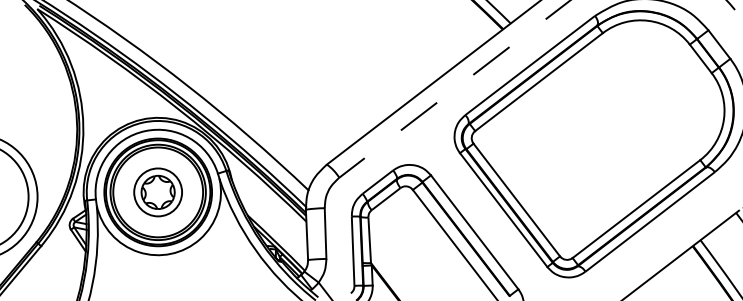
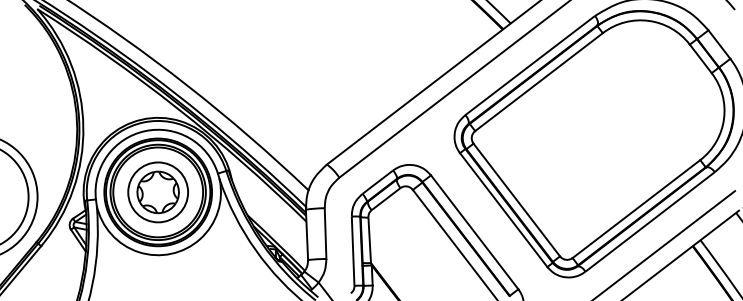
line at (455, 88): dashed -> solid
part at (157, 192) size: 50x51 px -> 62x63 px
line at (665, 244): none -> present
